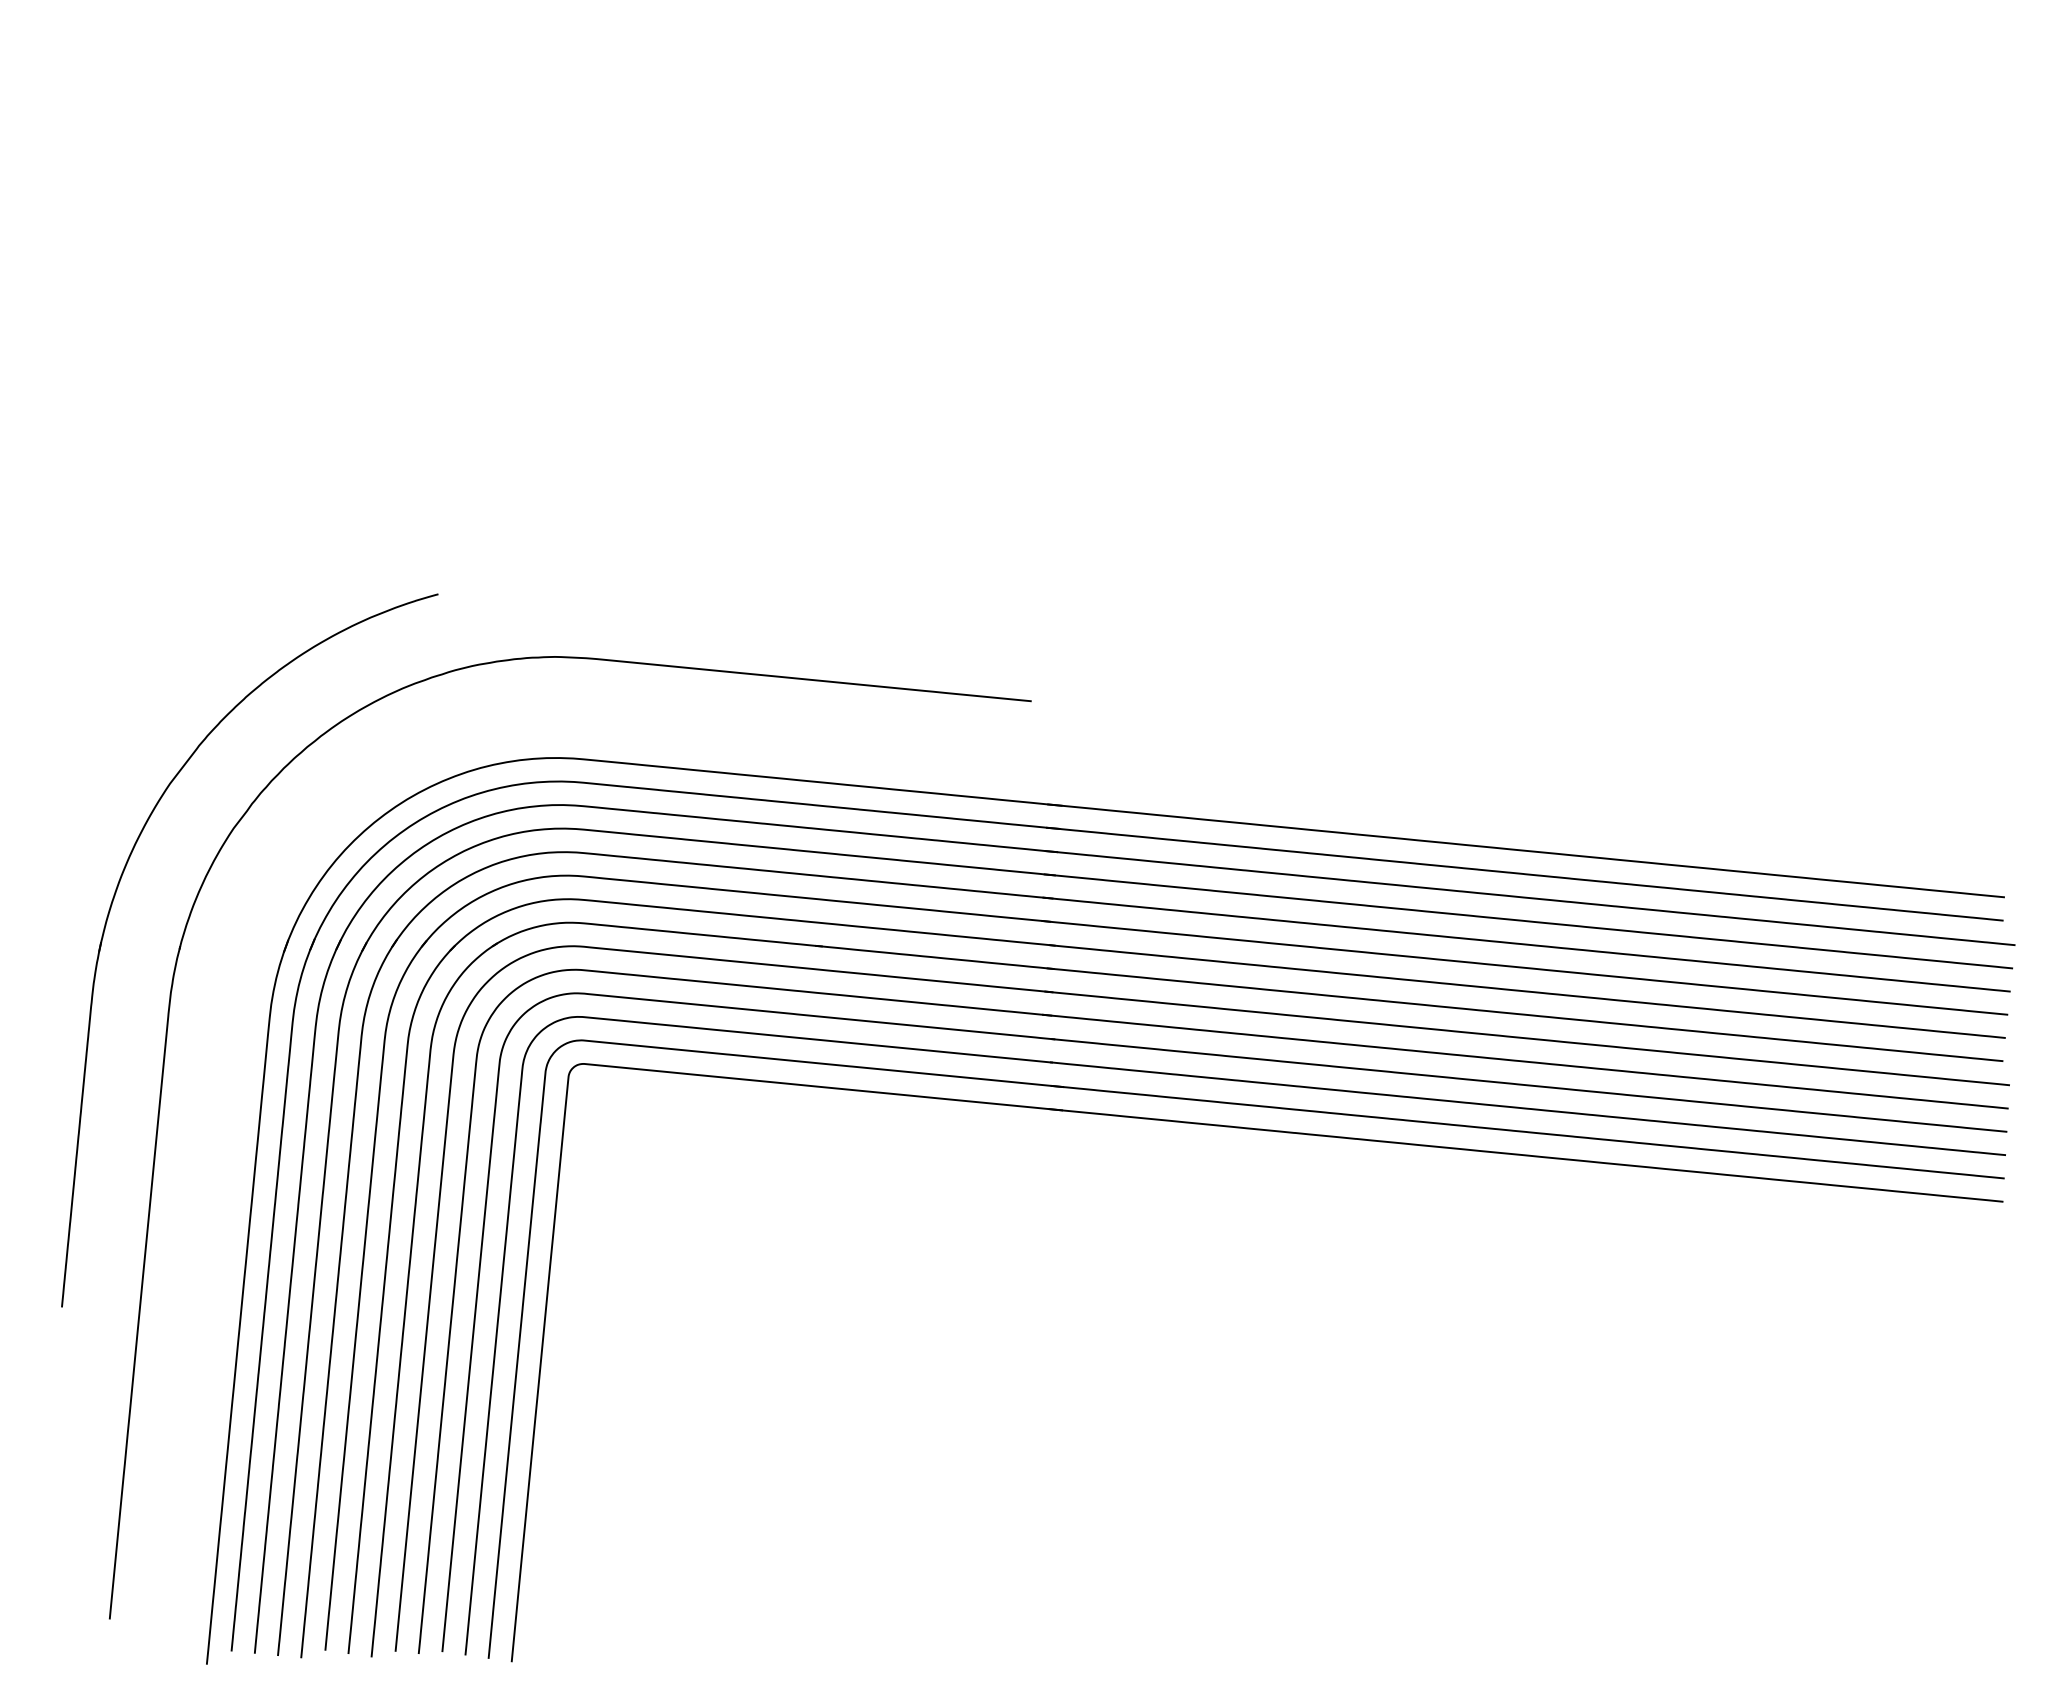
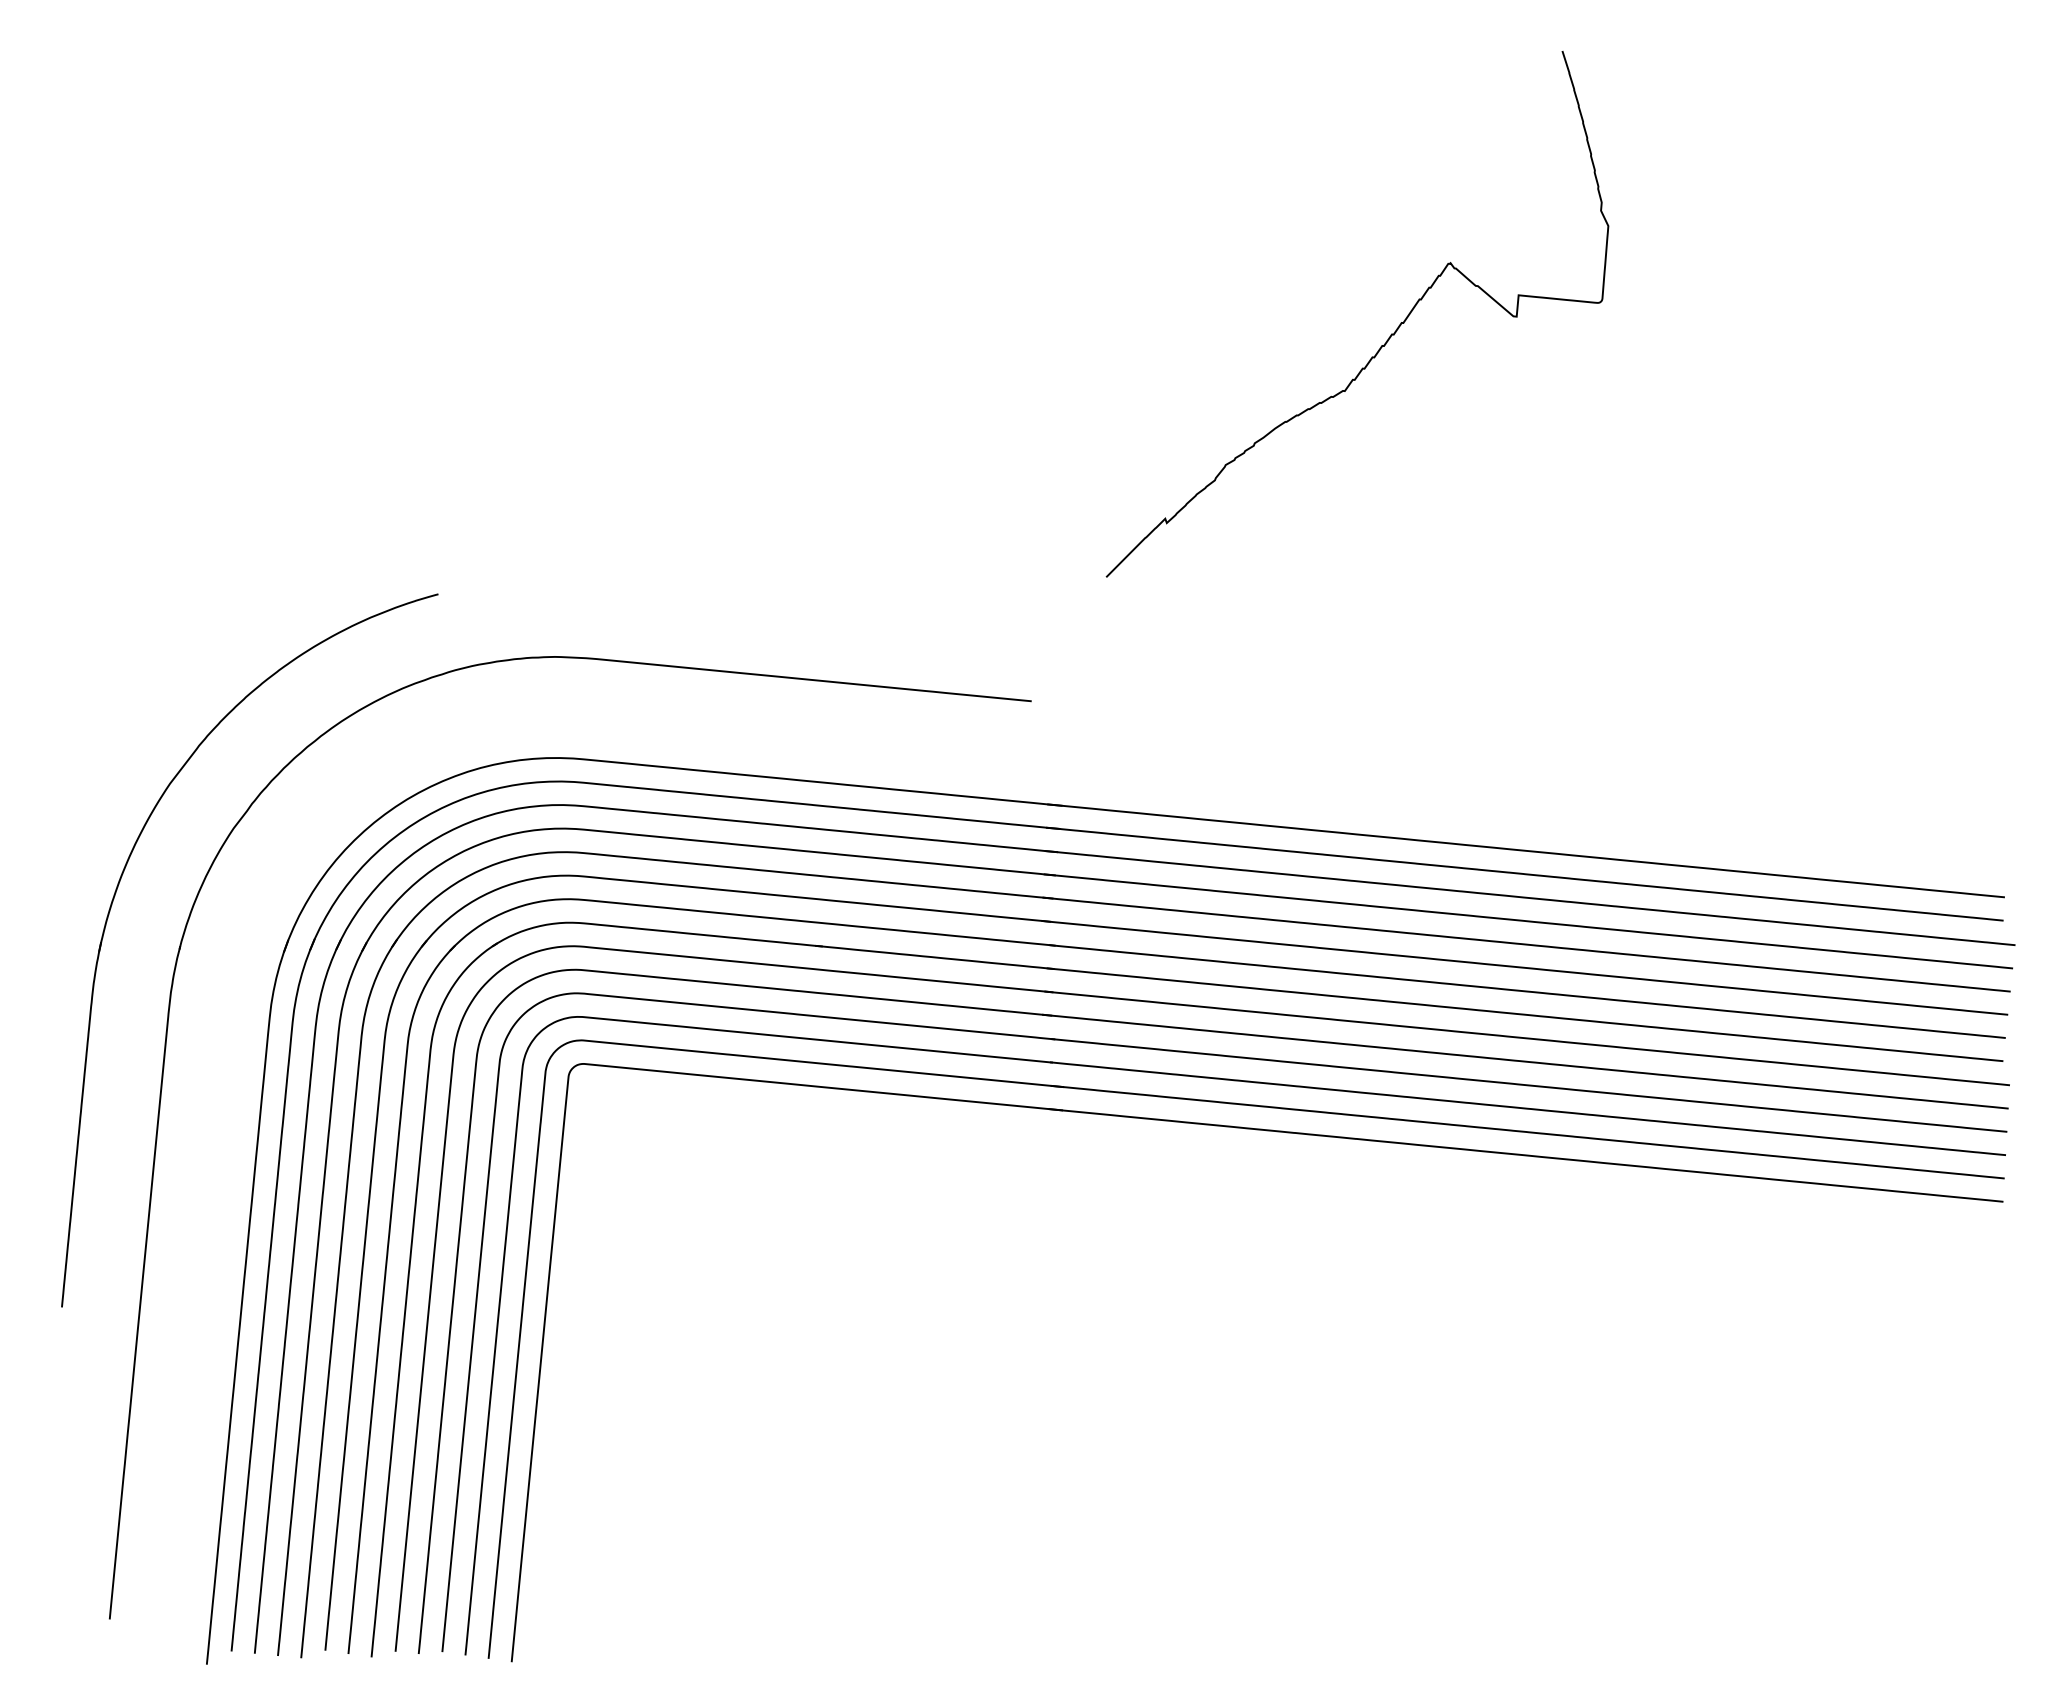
curve at (1390, 334): none -> present
